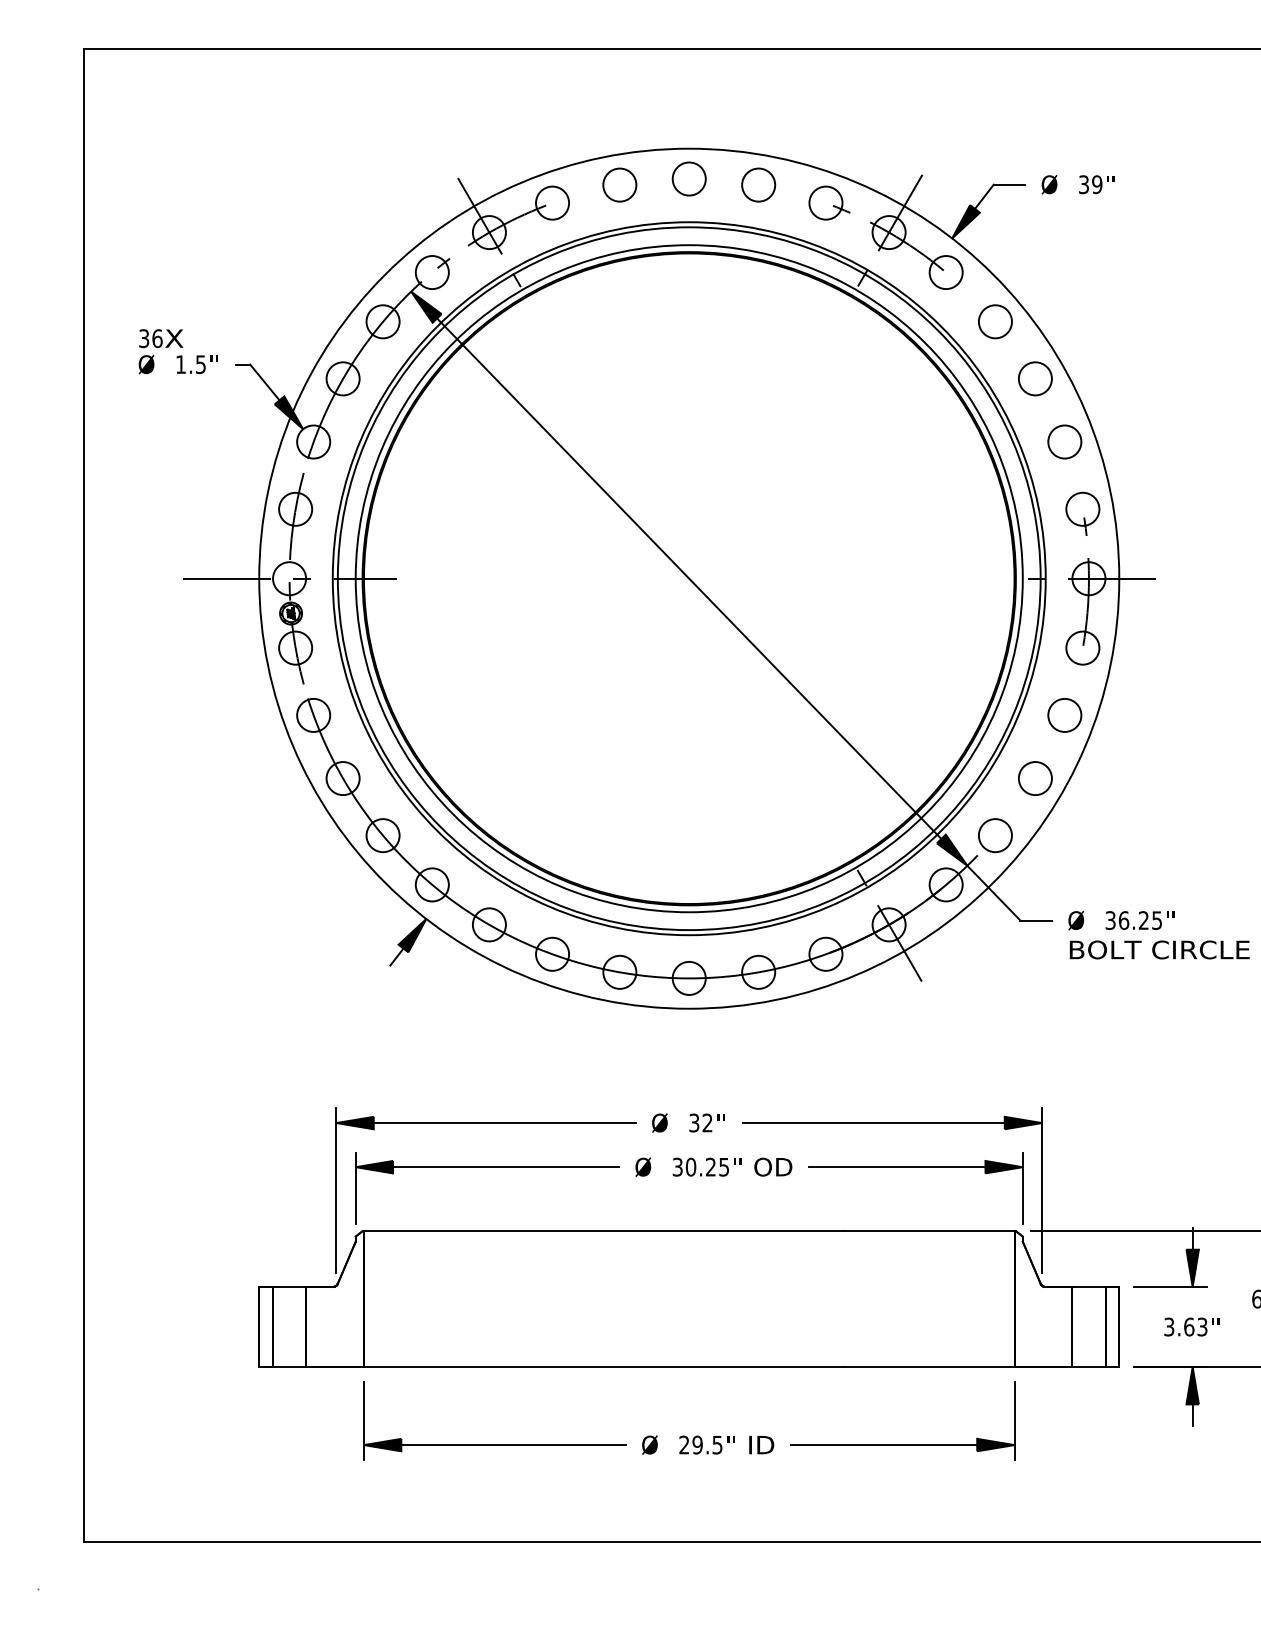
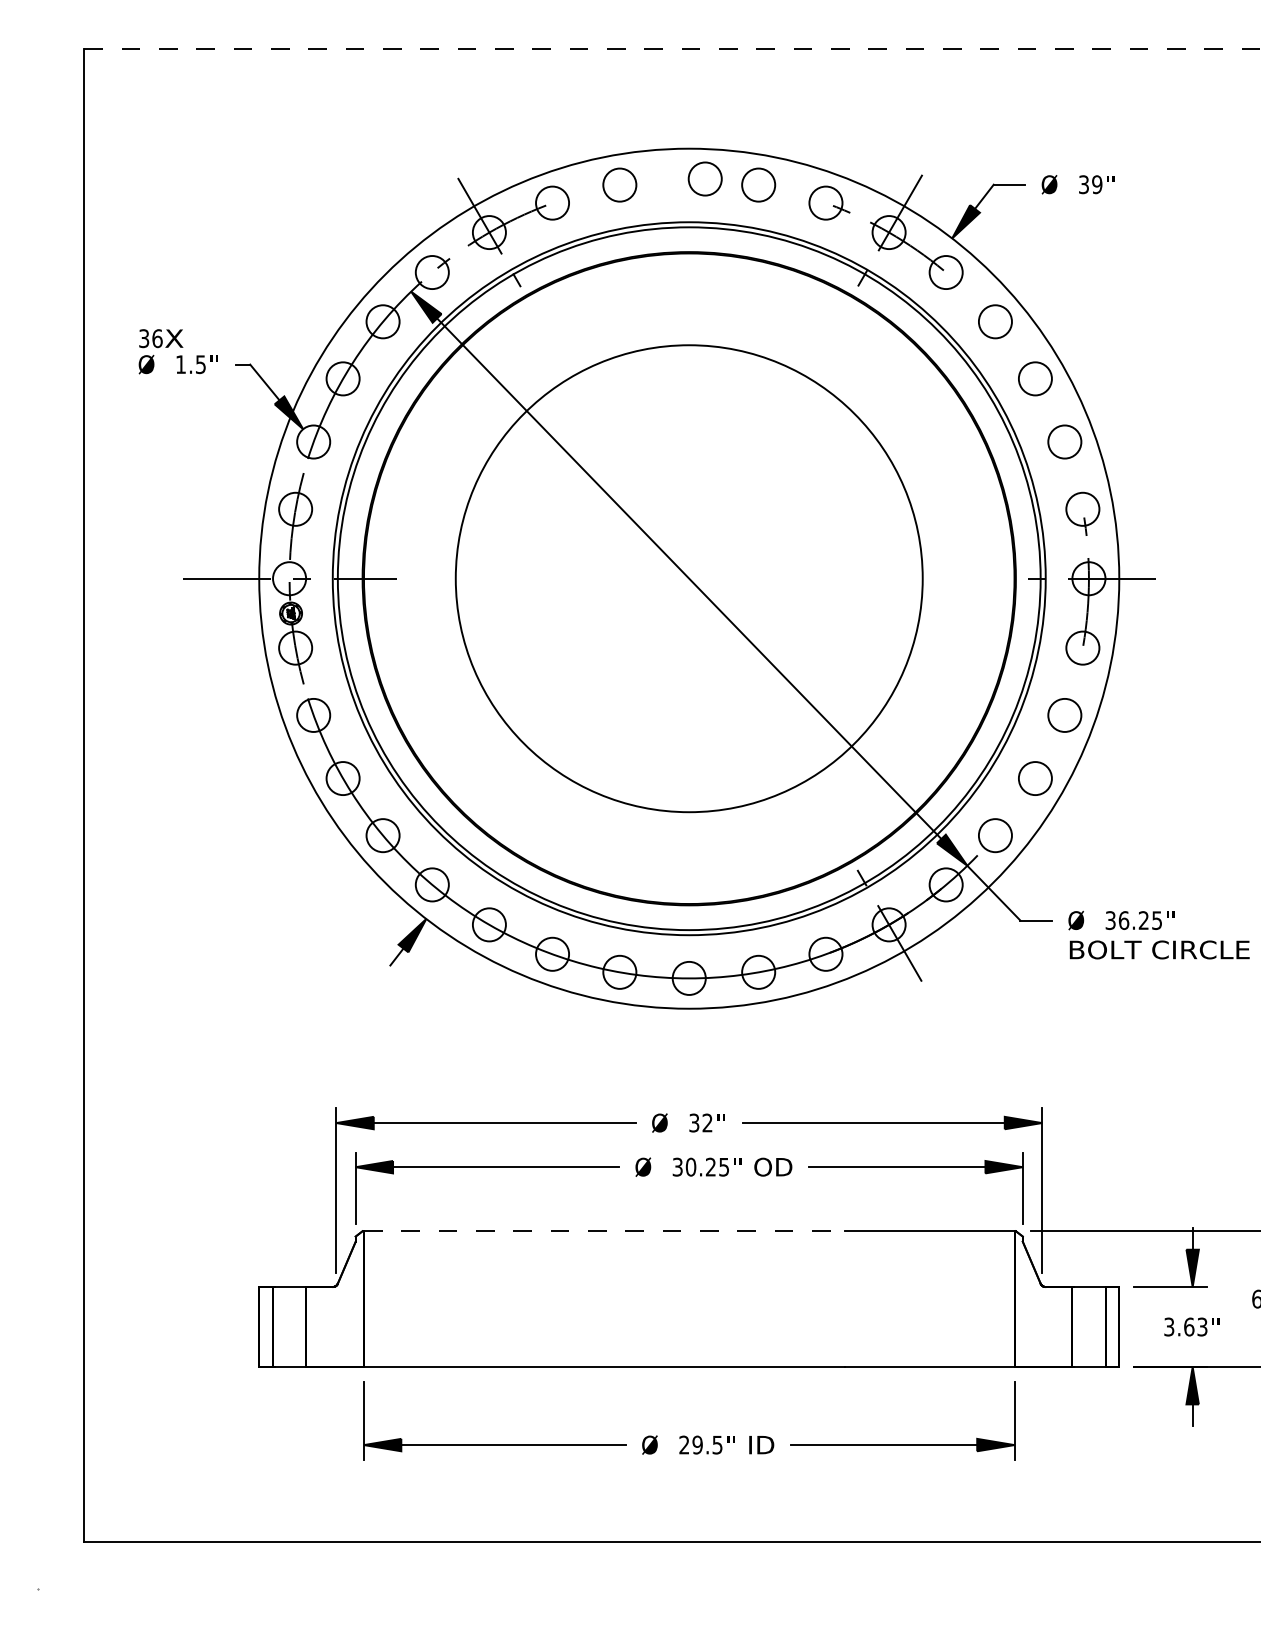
line at (672, 49): solid -> dashed
circle at (688, 178) position: (688, 178) -> (704, 178)
circle at (688, 578) diameter: 667 px -> 467 px
line at (604, 1231): solid -> dashed
